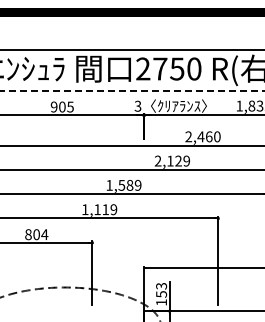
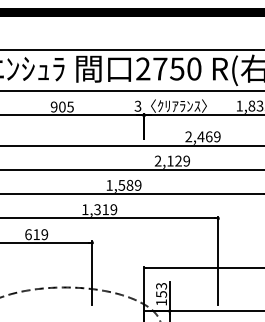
line at (132, 91): dashed -> solid
text at (217, 136): 2,460 -> 2,469
text at (97, 209): 1,119 -> 1,319
text at (36, 234): 804 -> 619
